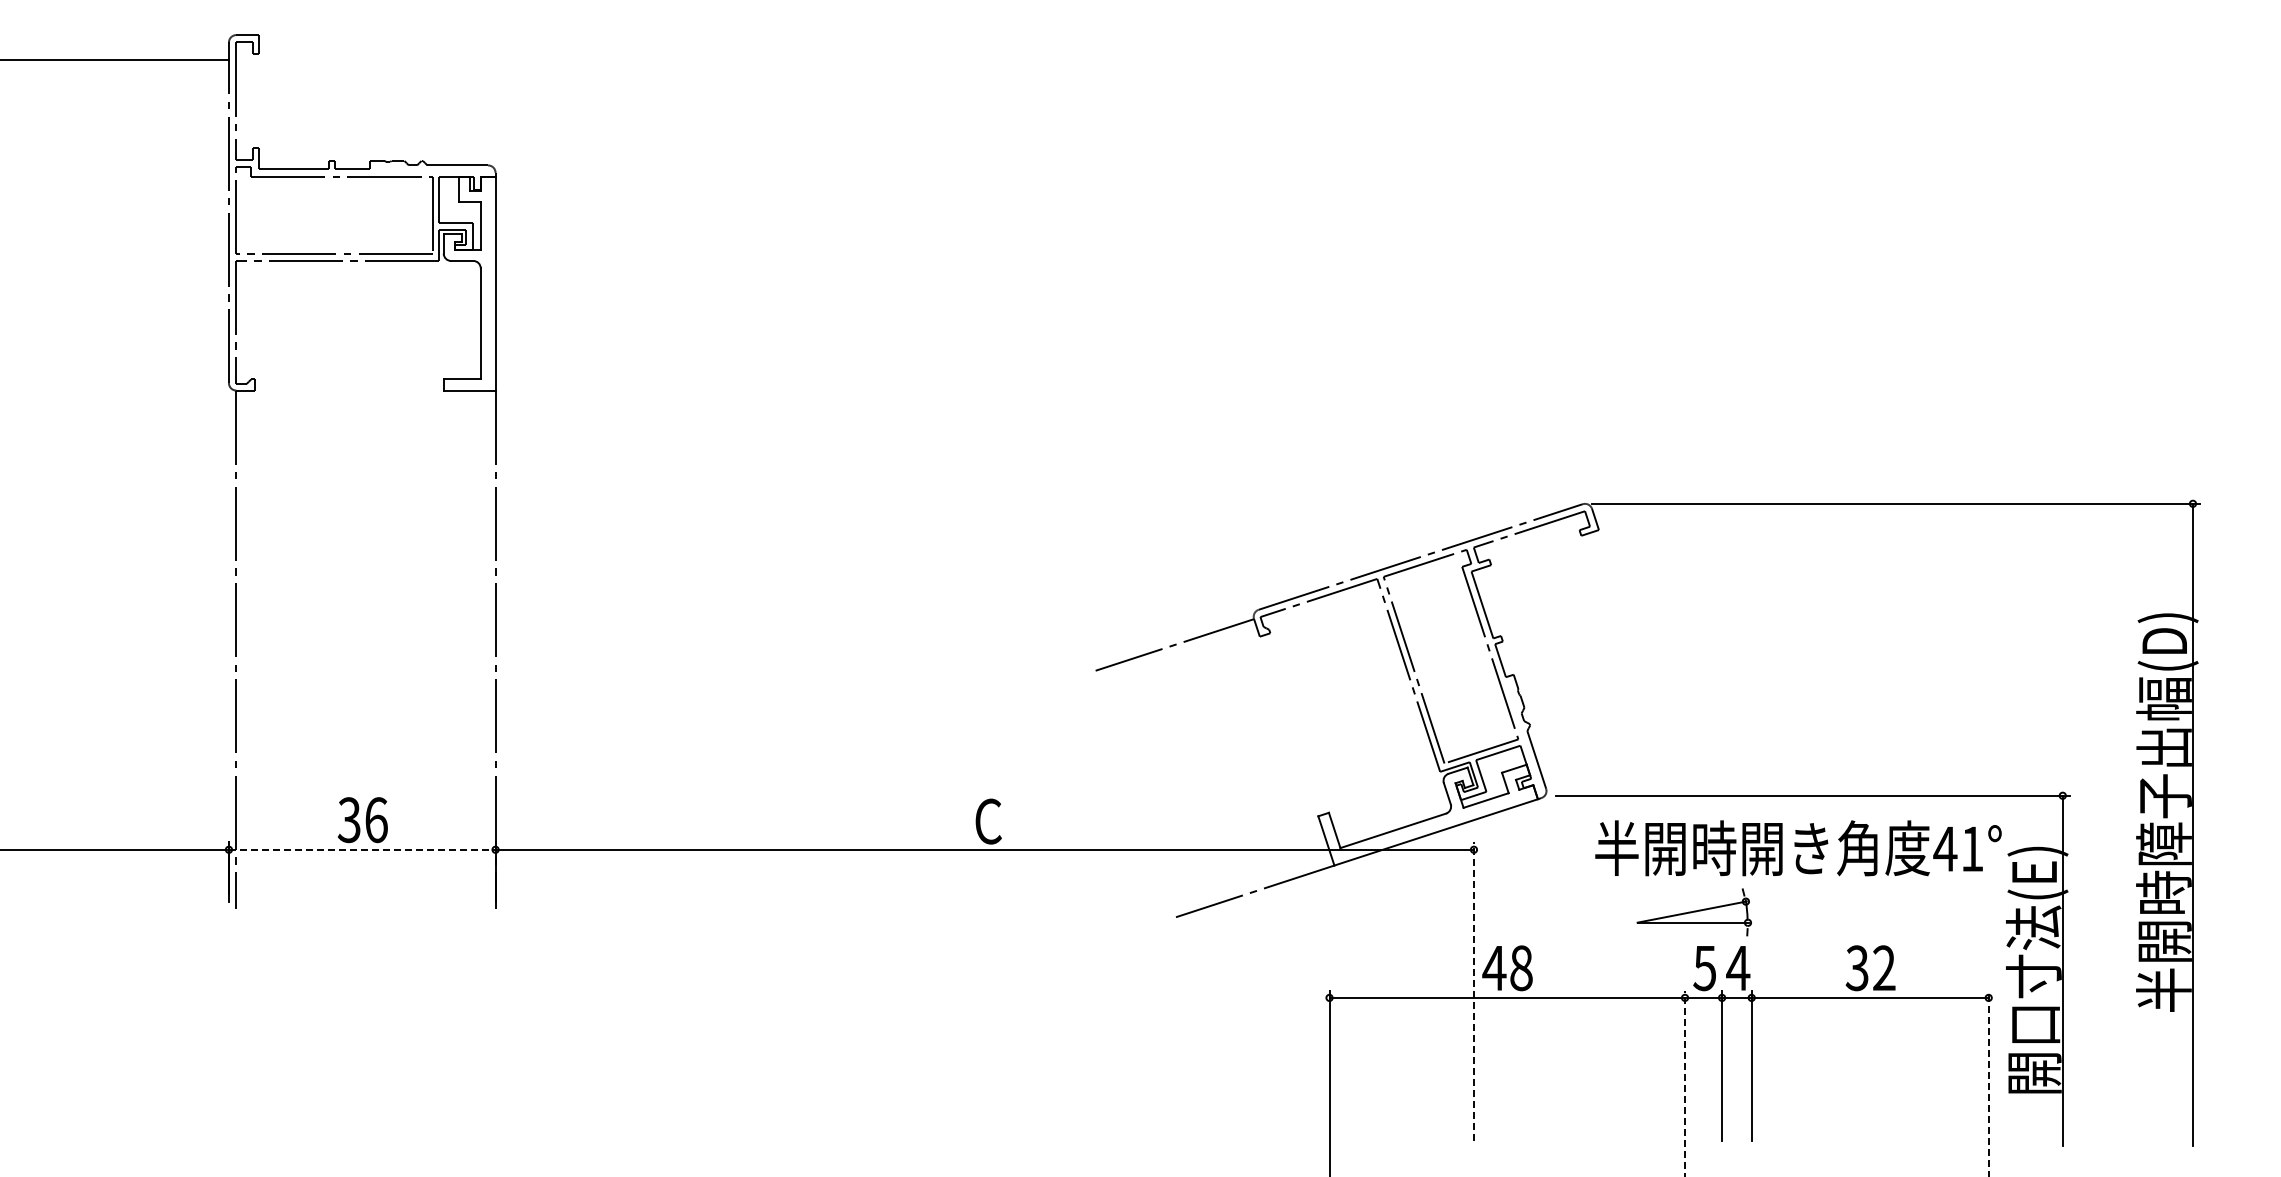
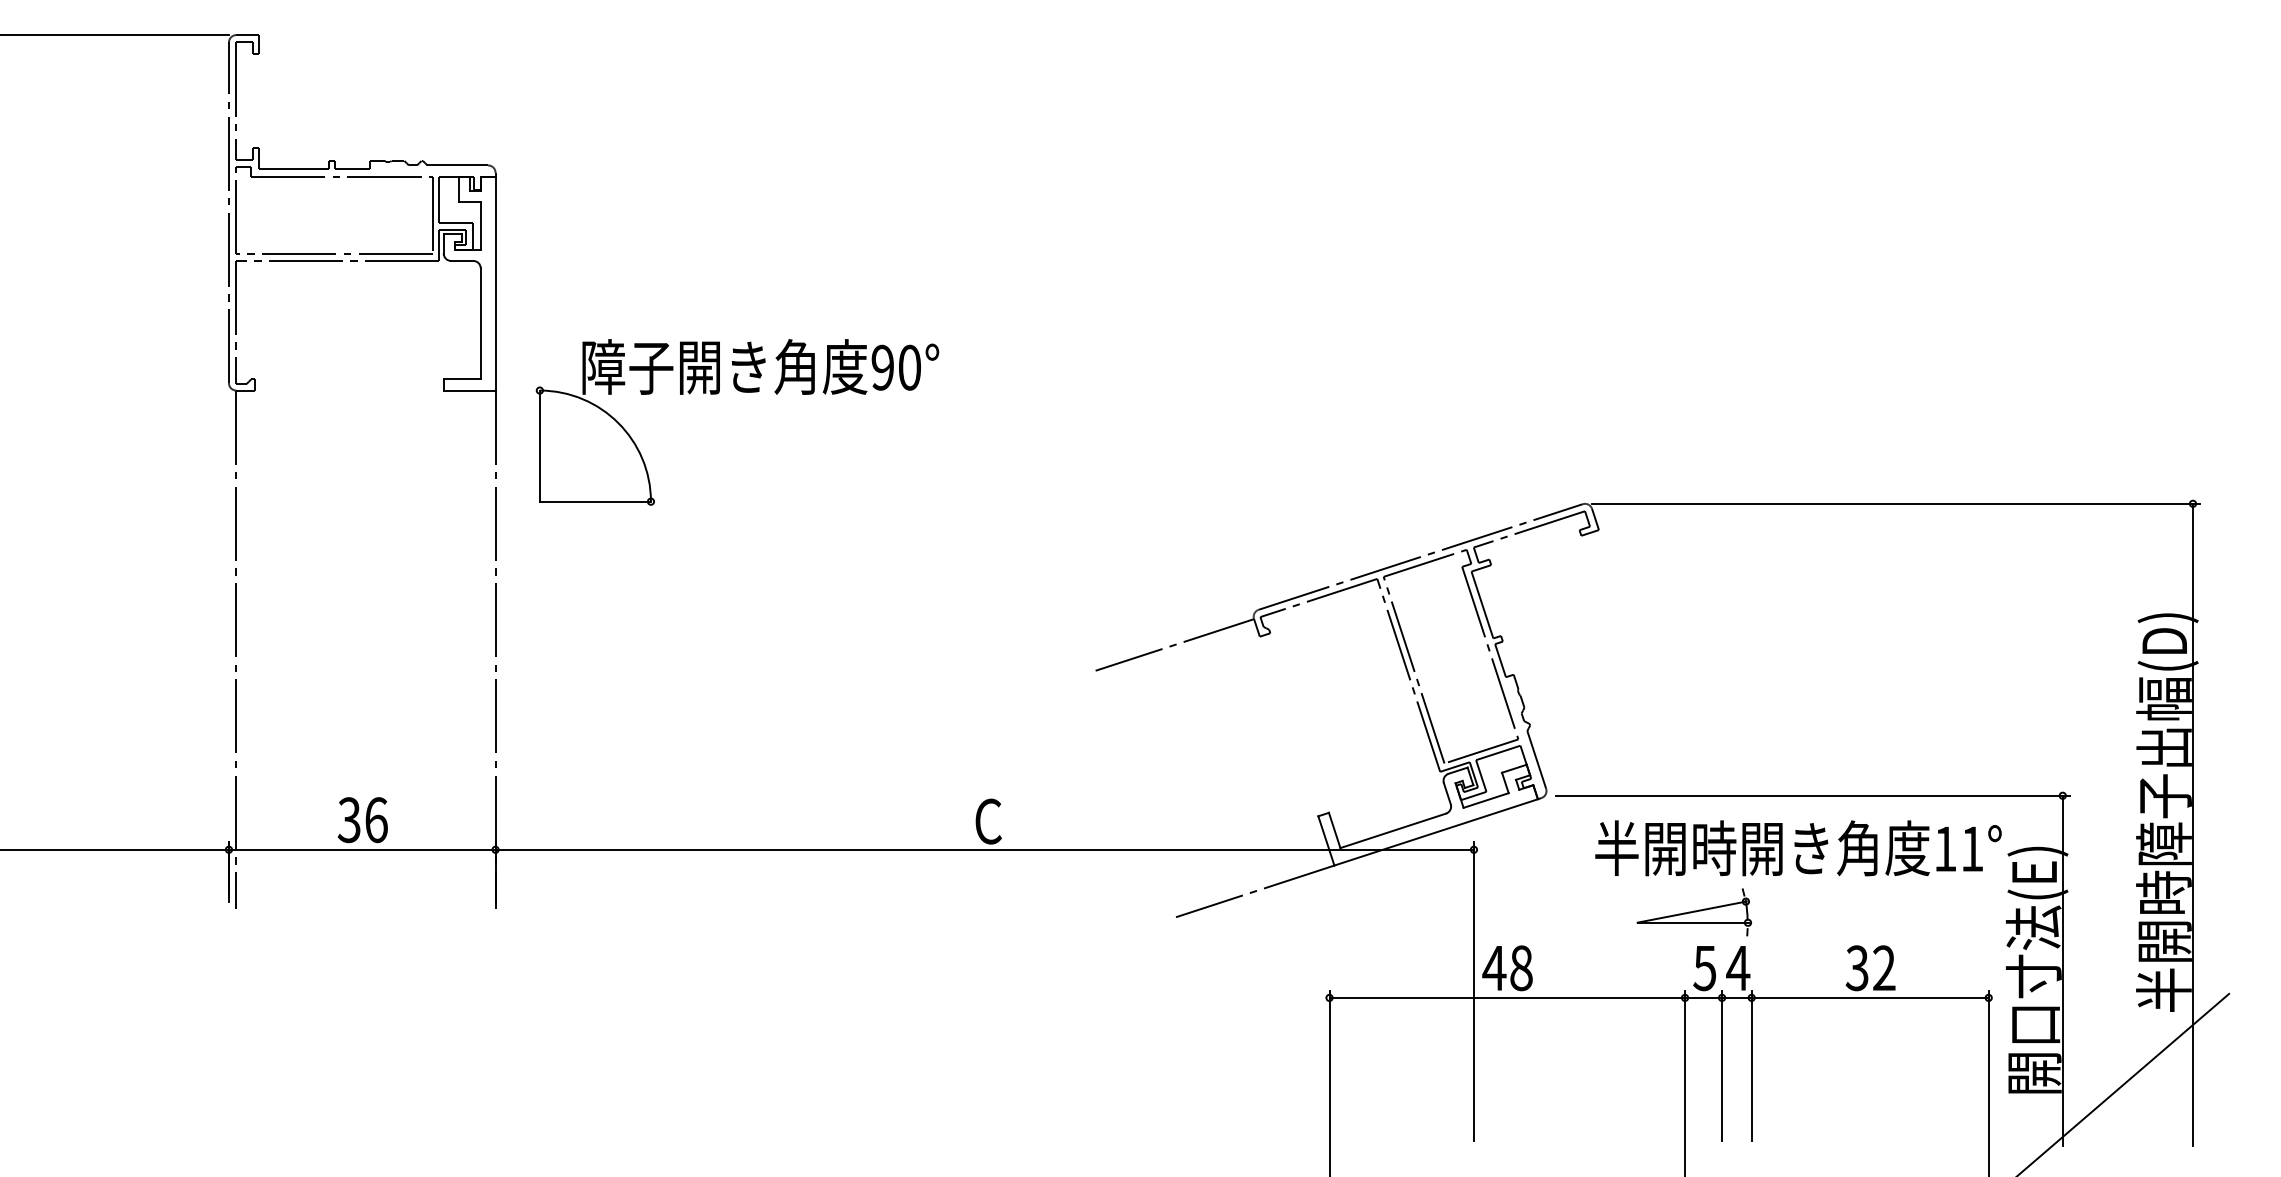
line at (115, 60) position: (115, 60) -> (115, 35)
part at (741, 392): none -> present
text at (1945, 848): 41° -> 11°
line at (362, 849): dashed -> solid
line at (1473, 991): dashed -> solid
line at (1685, 1083): dashed -> solid
line at (1988, 1083): dashed -> solid
line at (2124, 1083): none -> present
